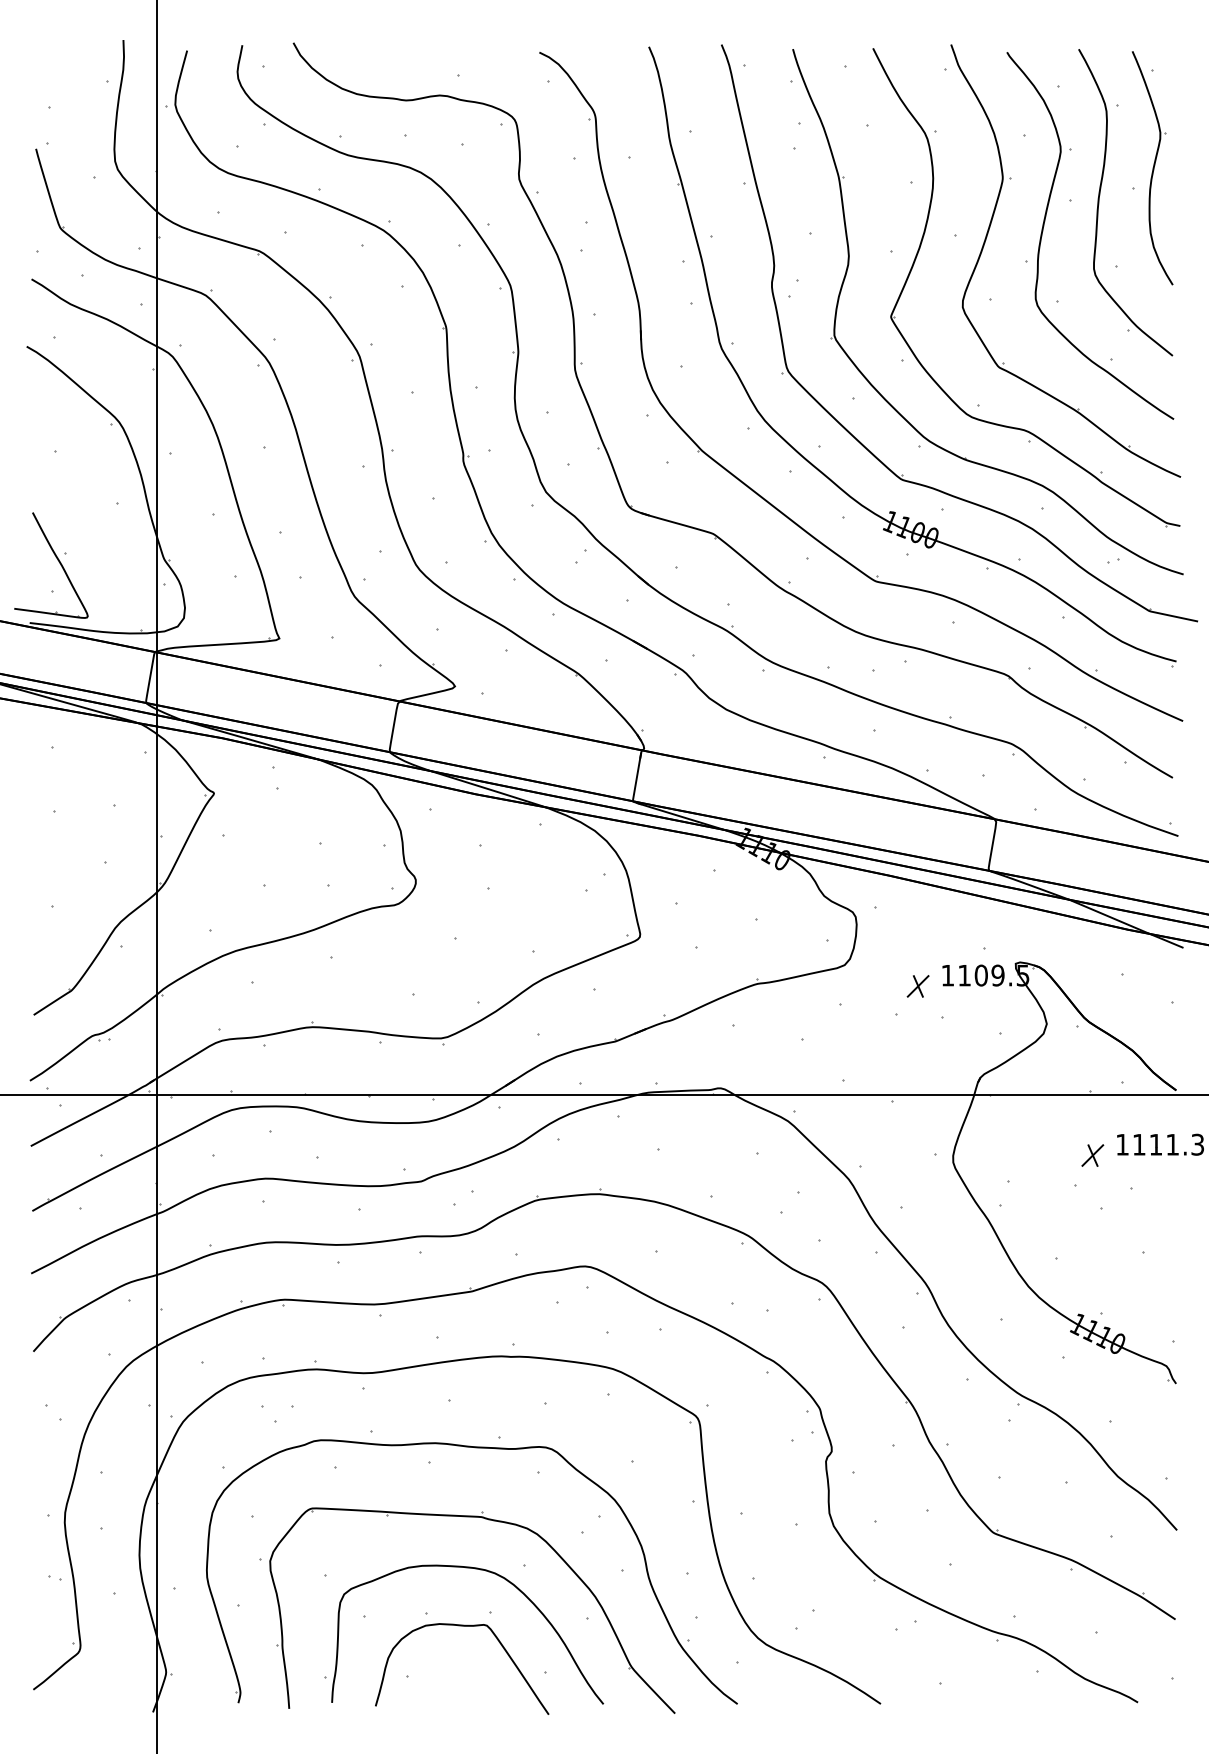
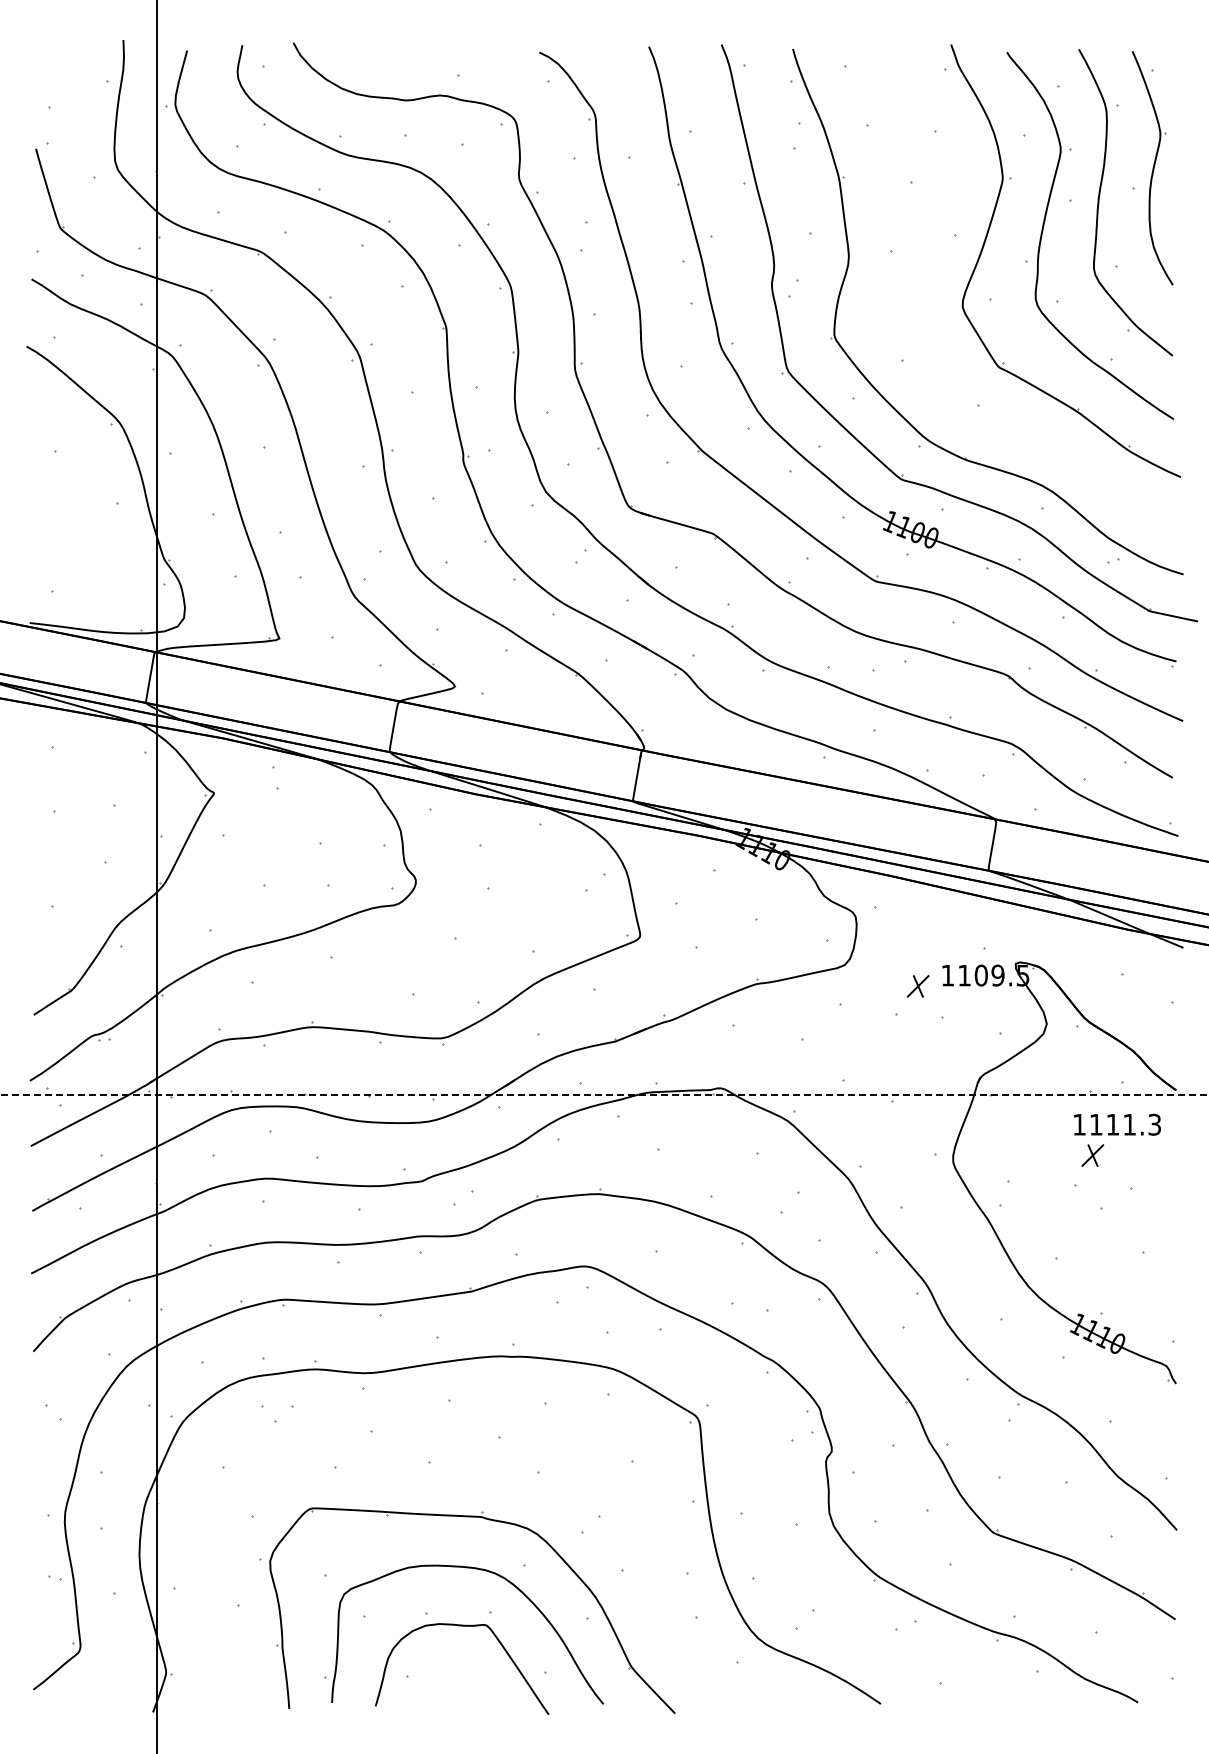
part at (919, 251): present -> none
part at (57, 560): present -> none
line at (604, 1094): solid -> dashed
part at (1160, 1144) position: (1160, 1144) -> (1117, 1124)
part at (475, 1448): present -> none
